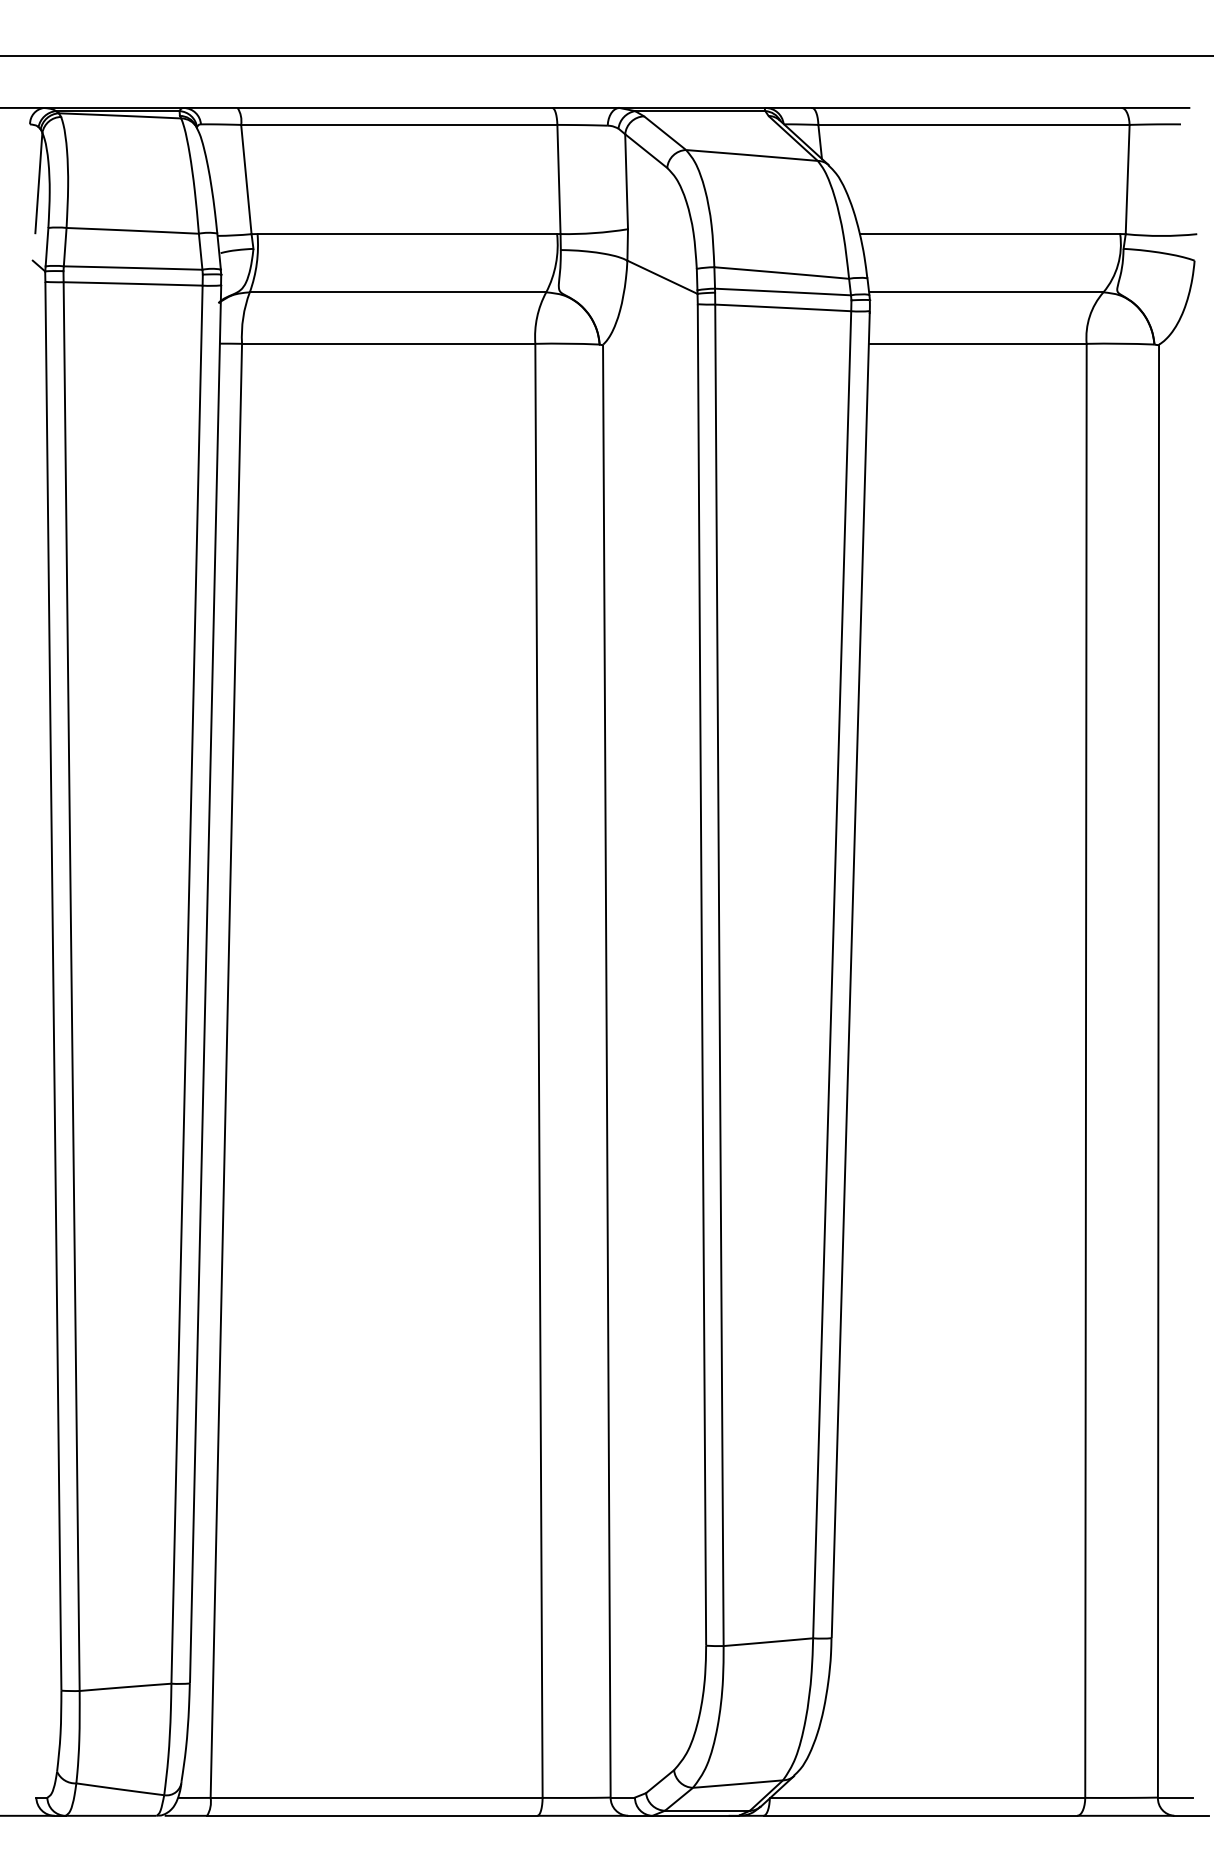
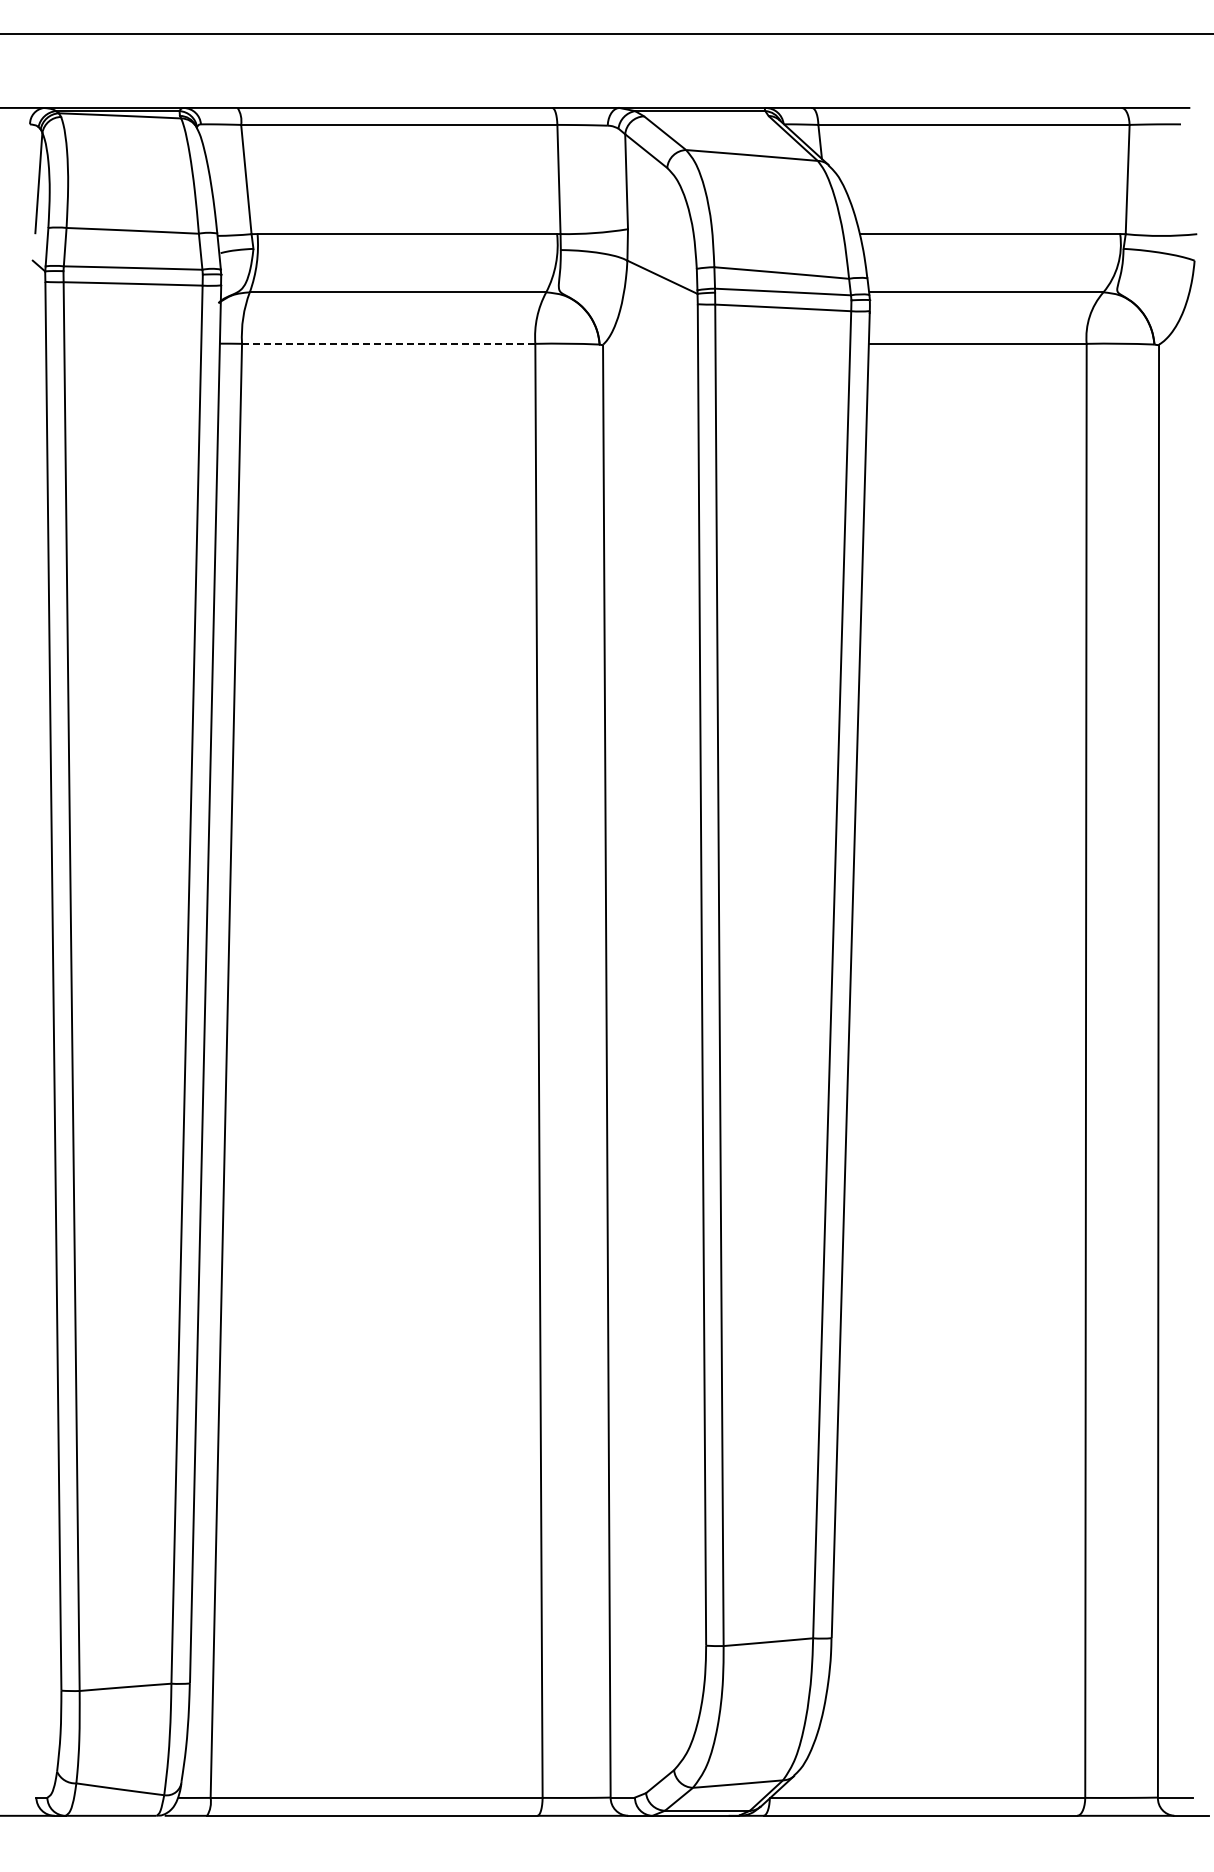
line at (606, 56) position: (606, 56) -> (606, 34)
line at (388, 343): solid -> dashed
